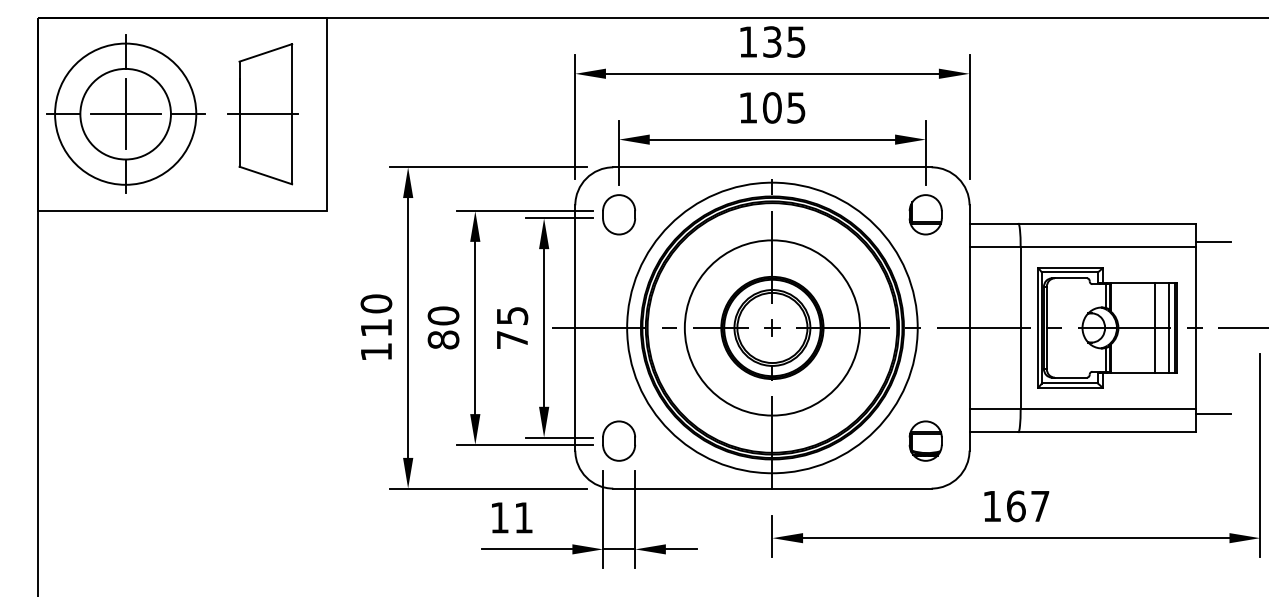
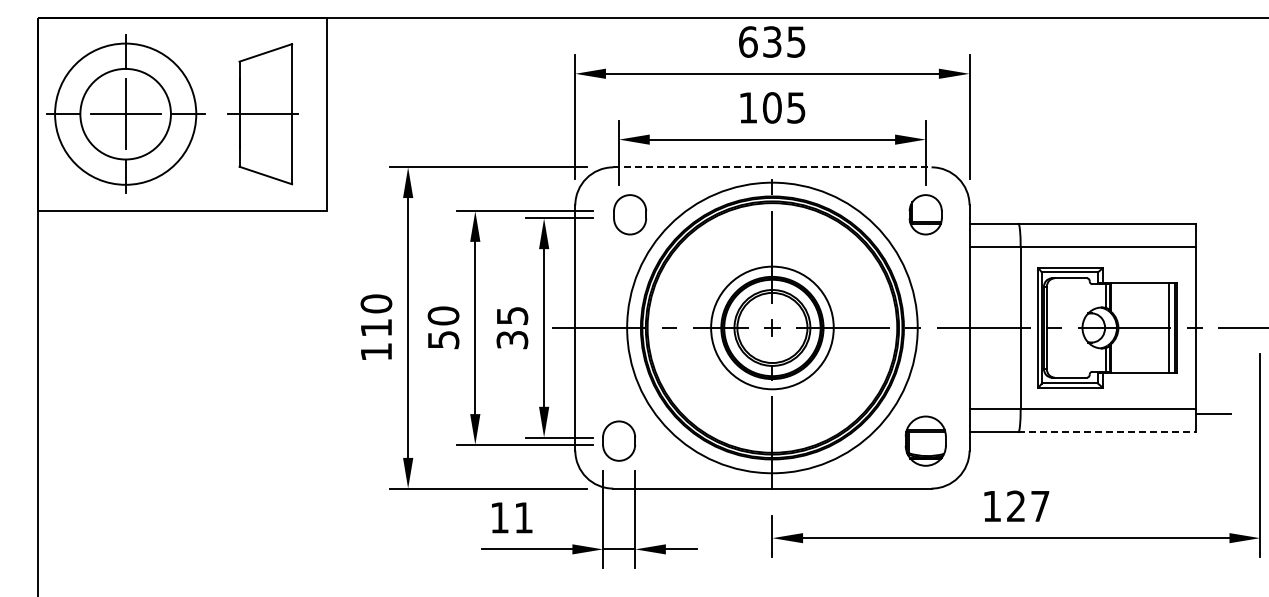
text at (748, 41): 135 -> 635
line at (772, 167): solid -> dashed
part at (619, 214) position: (619, 214) -> (630, 214)
line at (1212, 241): present -> none
circle at (772, 327) diameter: 175 px -> 123 px
line at (1154, 327): present -> none
text at (443, 339): 80 -> 50
text at (512, 340): 75 -> 35
line at (1107, 432): solid -> dashed
part at (925, 440) size: 35x42 px -> 43x52 px
text at (1016, 506): 167 -> 127
